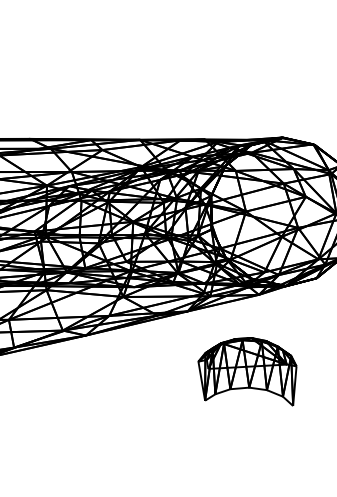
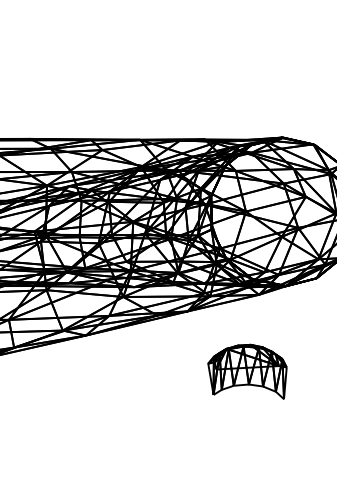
part at (247, 371) size: 101x70 px -> 81x57 px
